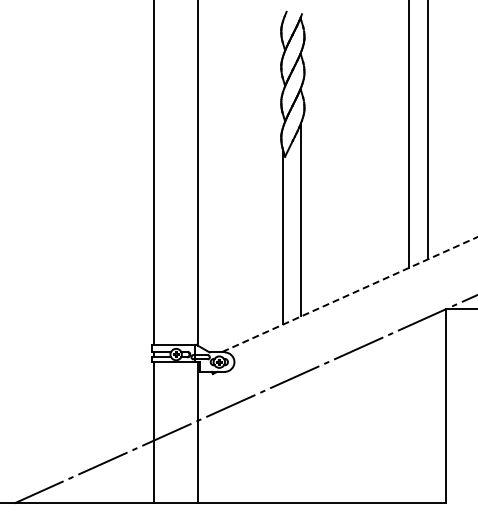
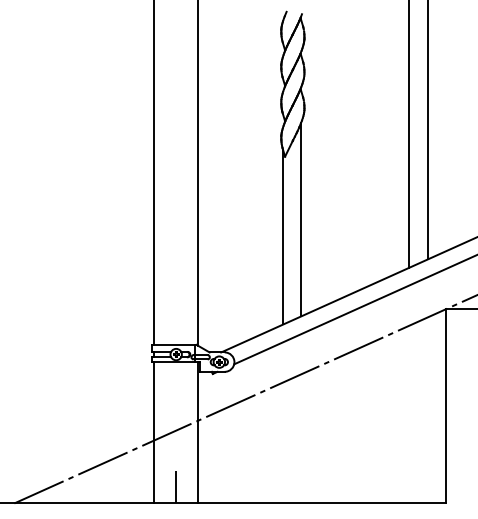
line at (348, 295): dashed -> solid
line at (354, 310): none -> present
line at (176, 487): none -> present
